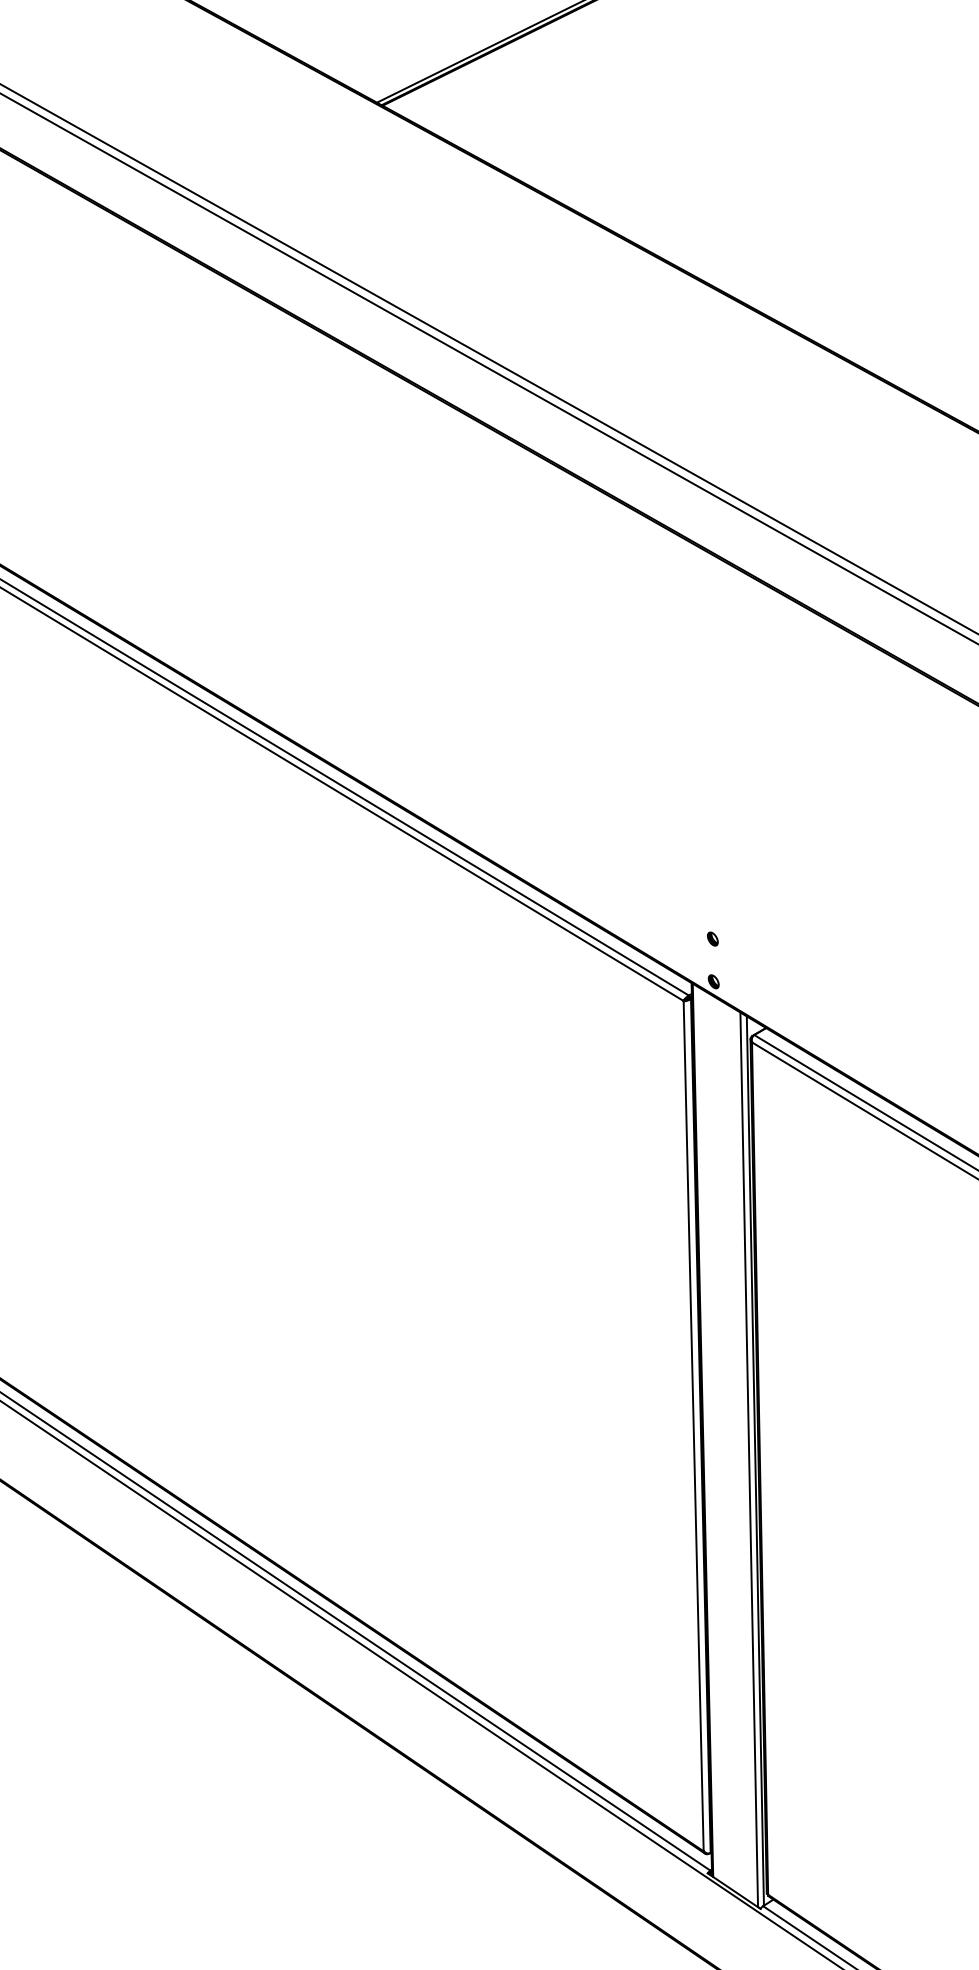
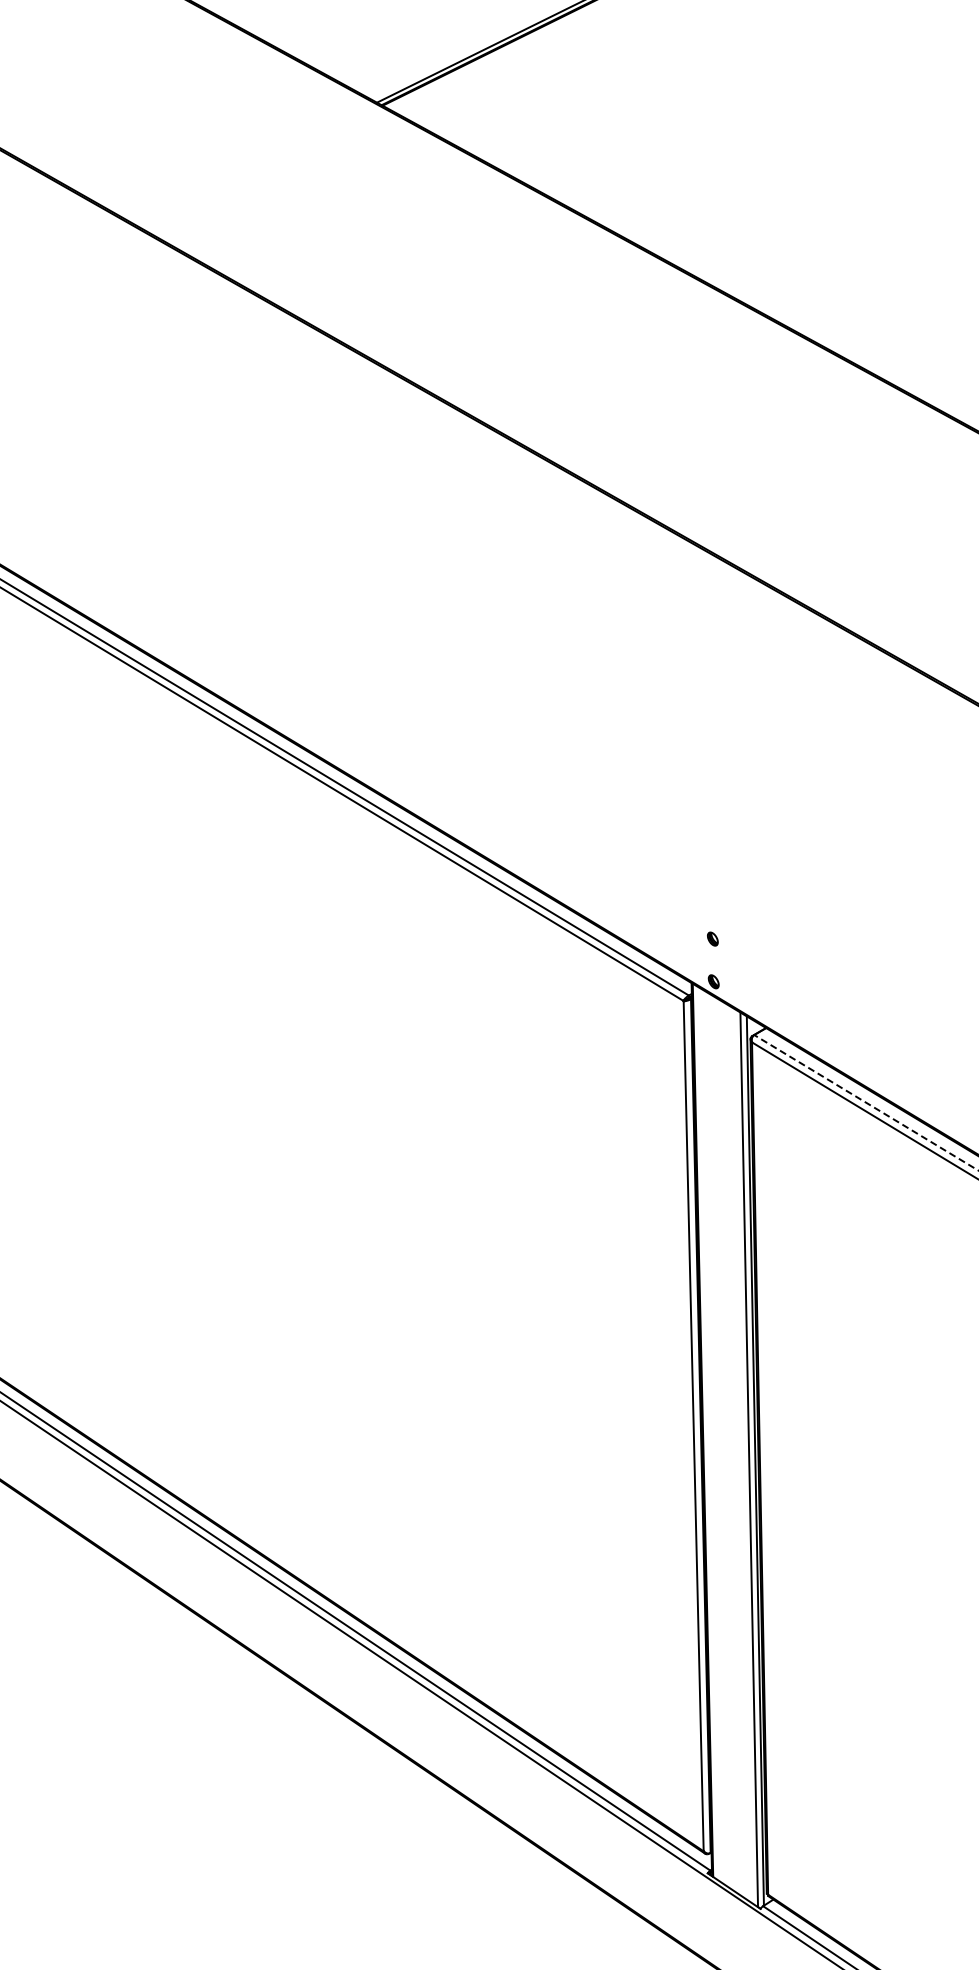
line at (488, 358): present -> none
line at (488, 368): present -> none
line at (866, 1102): solid -> dashed
